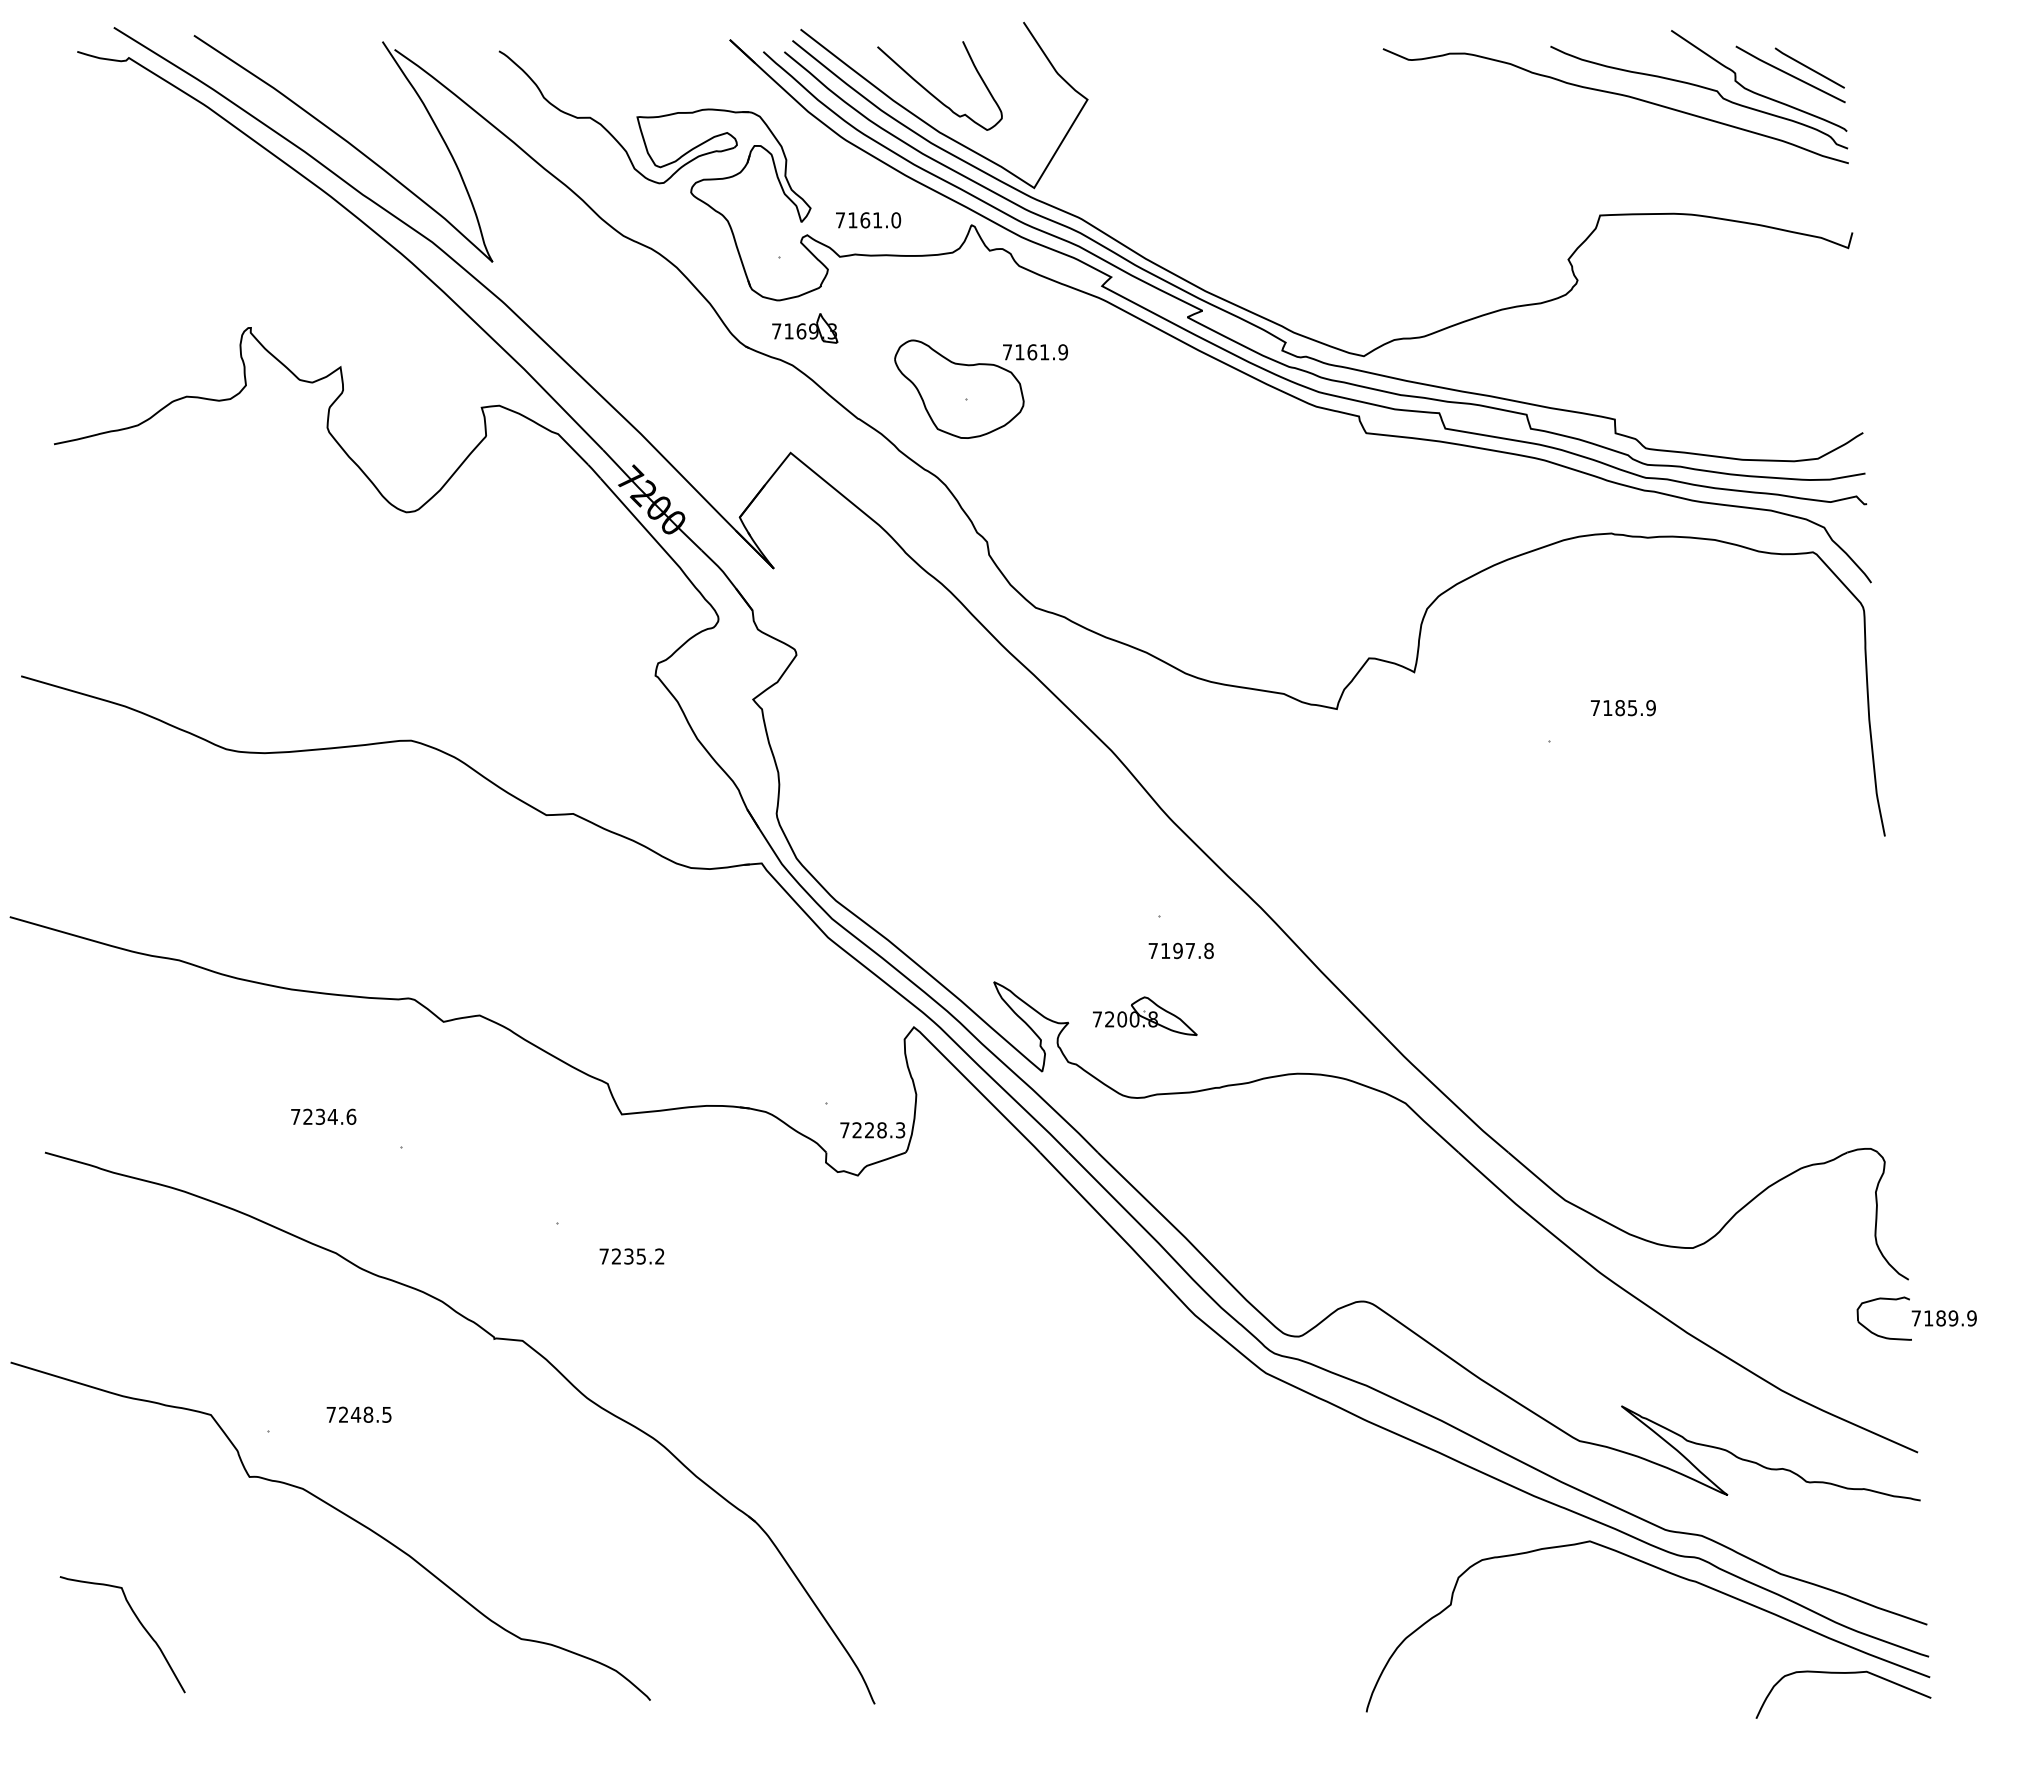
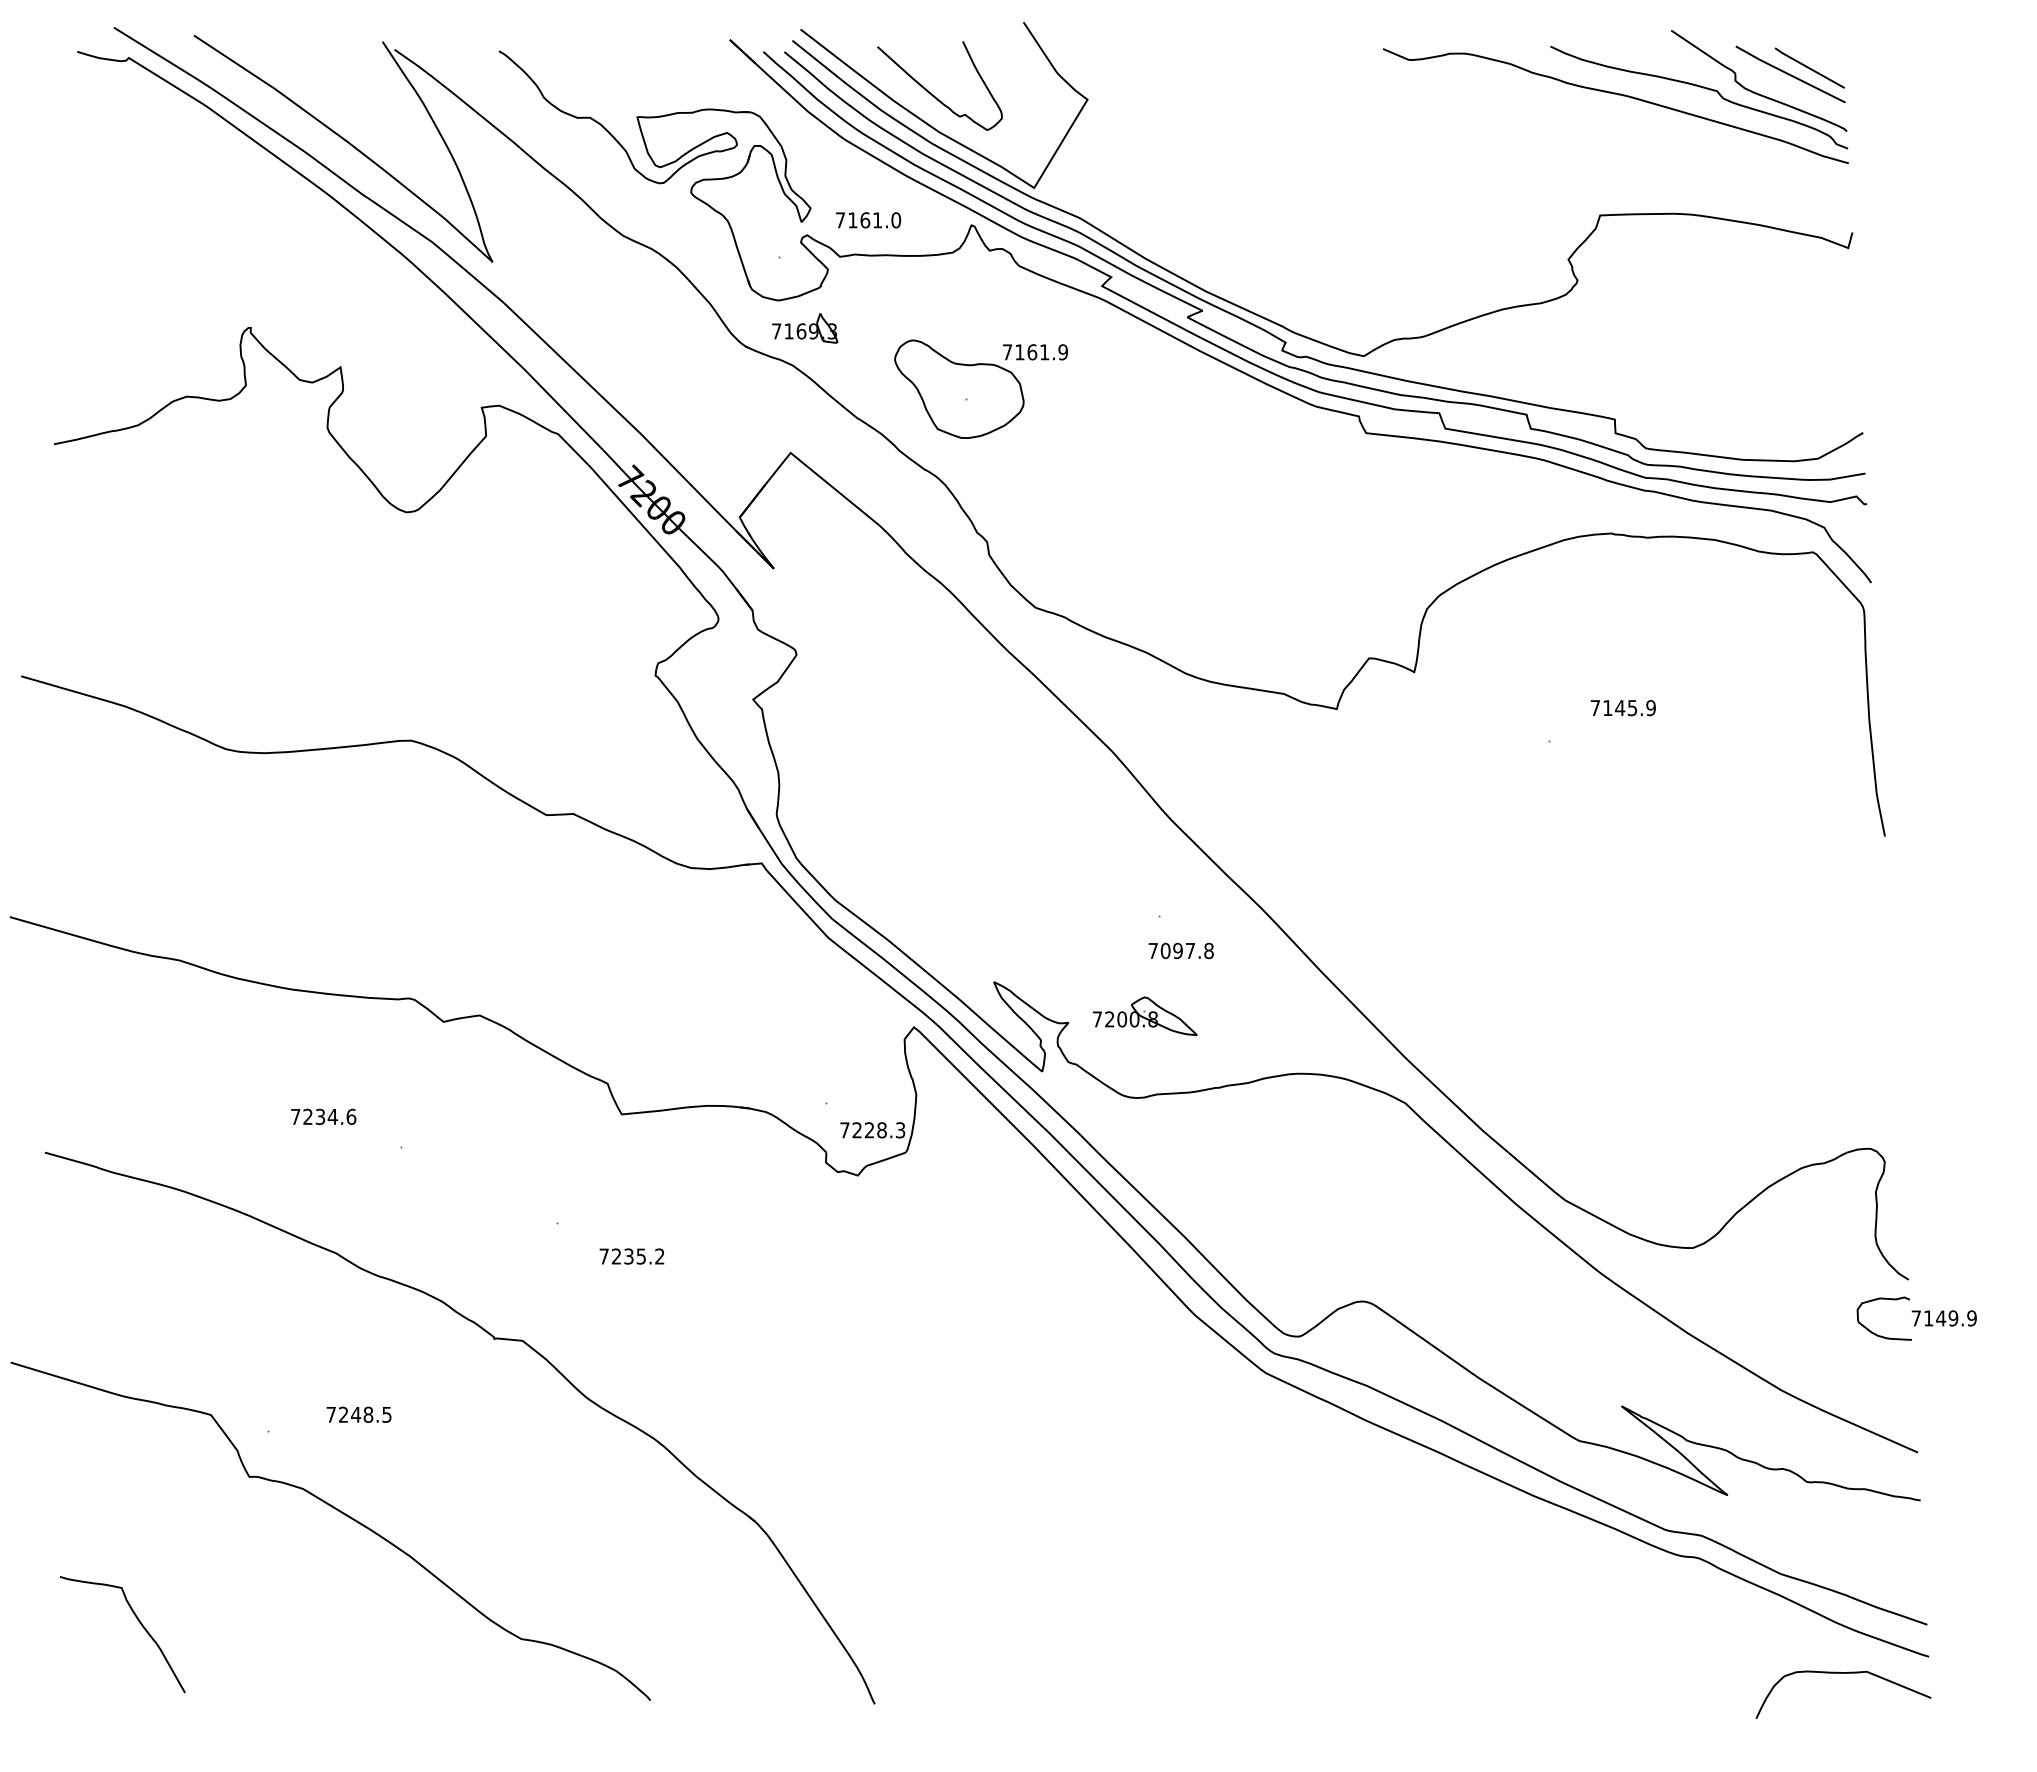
text at (1620, 708): 7185.9 -> 7145.9
text at (1165, 950): 7197.8 -> 7097.8
text at (1941, 1318): 7189.9 -> 7149.9
curve at (1668, 1573): present -> none
